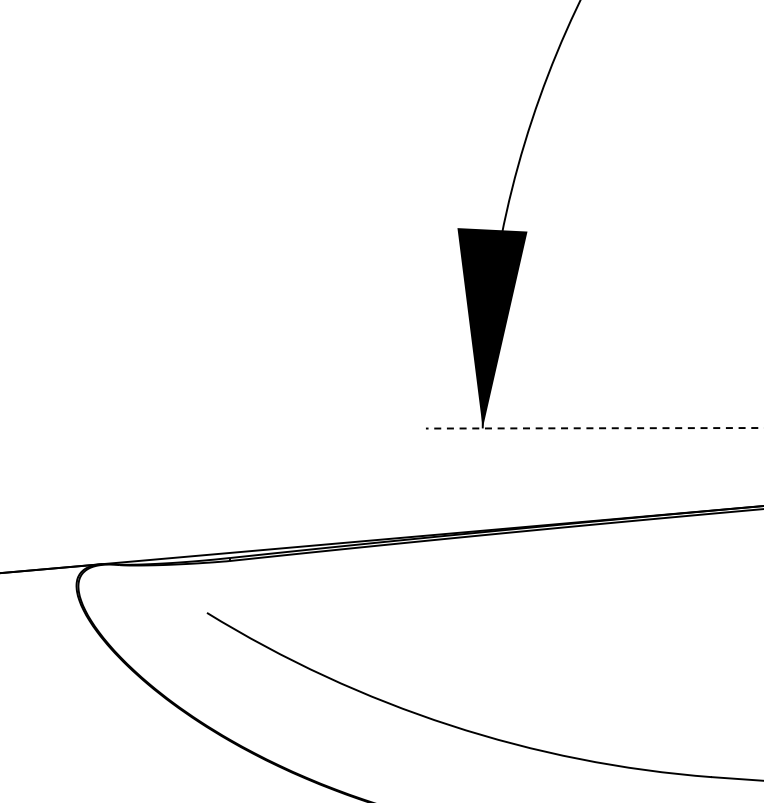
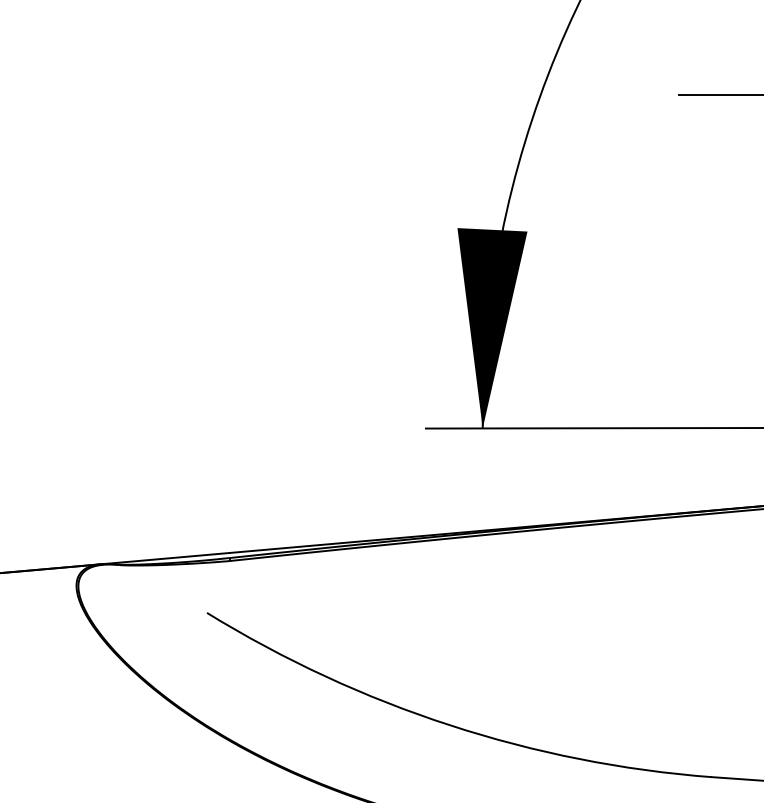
line at (719, 94): none -> present
line at (594, 428): dashed -> solid
